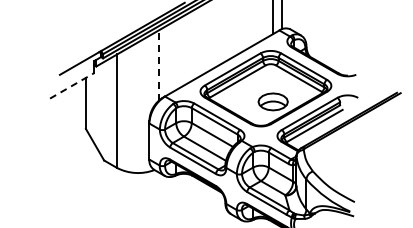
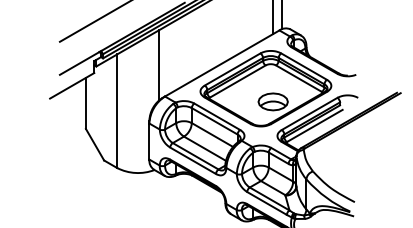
line at (93, 21): none -> present
line at (158, 65): dashed -> solid
line at (72, 85): dashed -> solid
